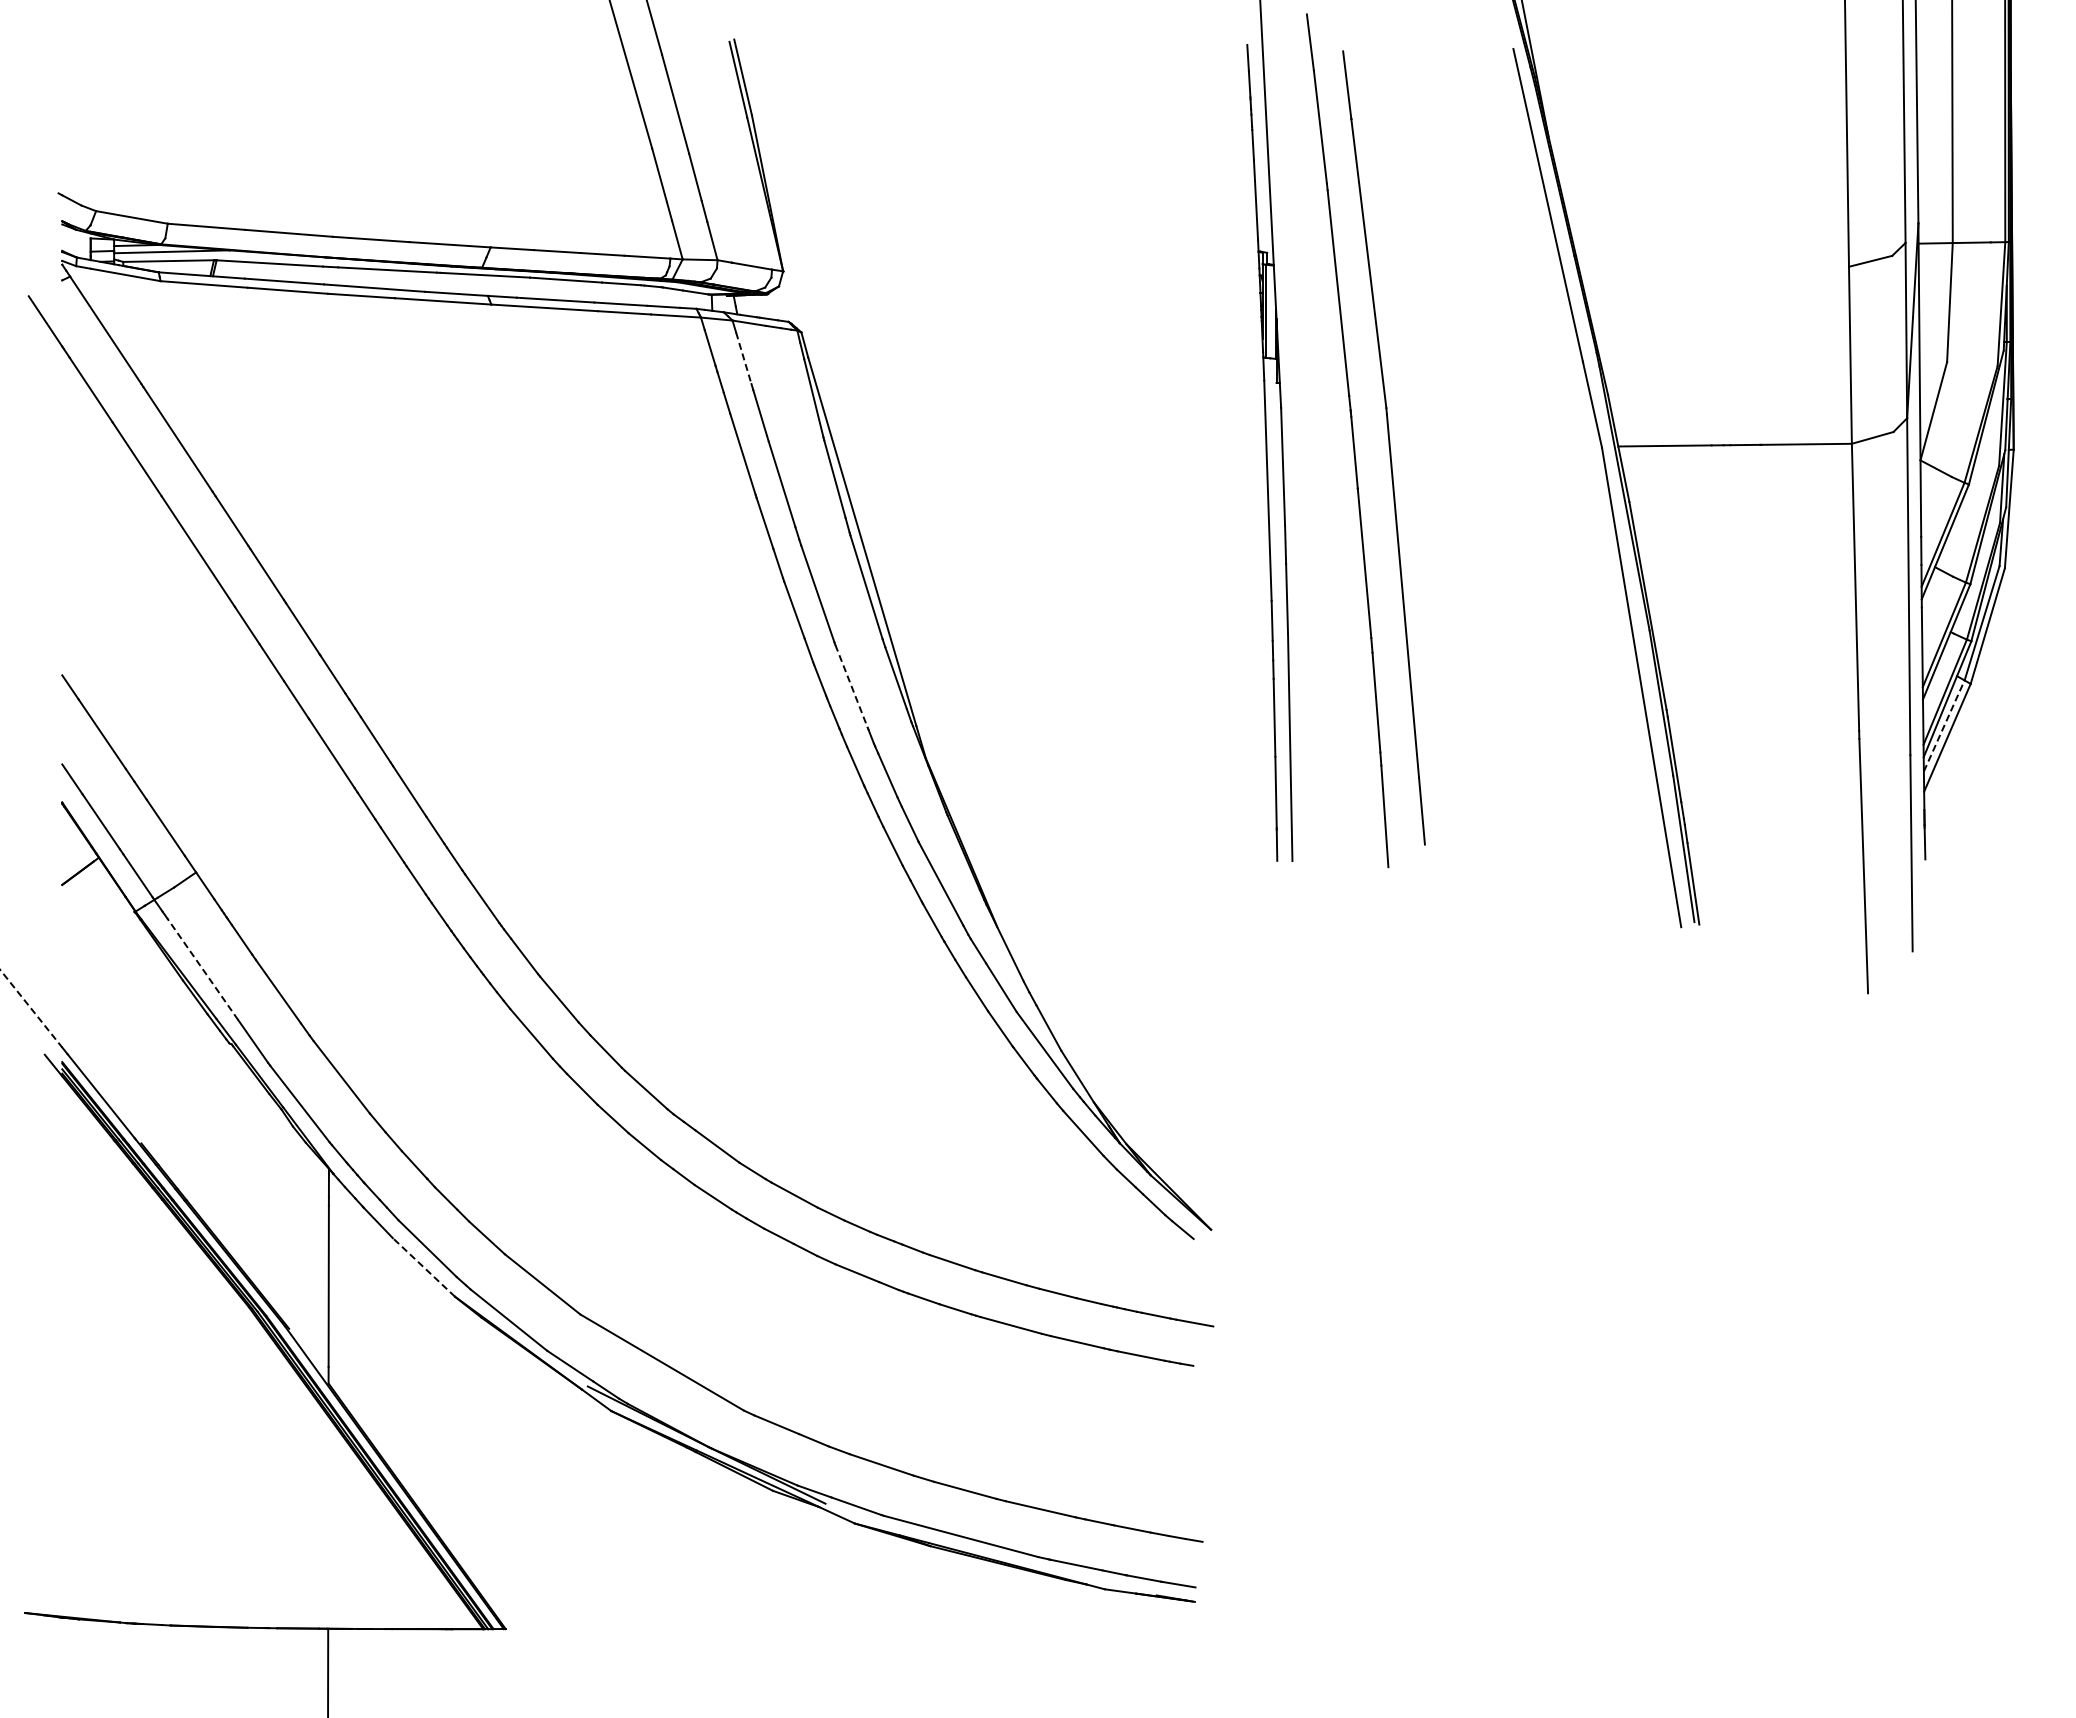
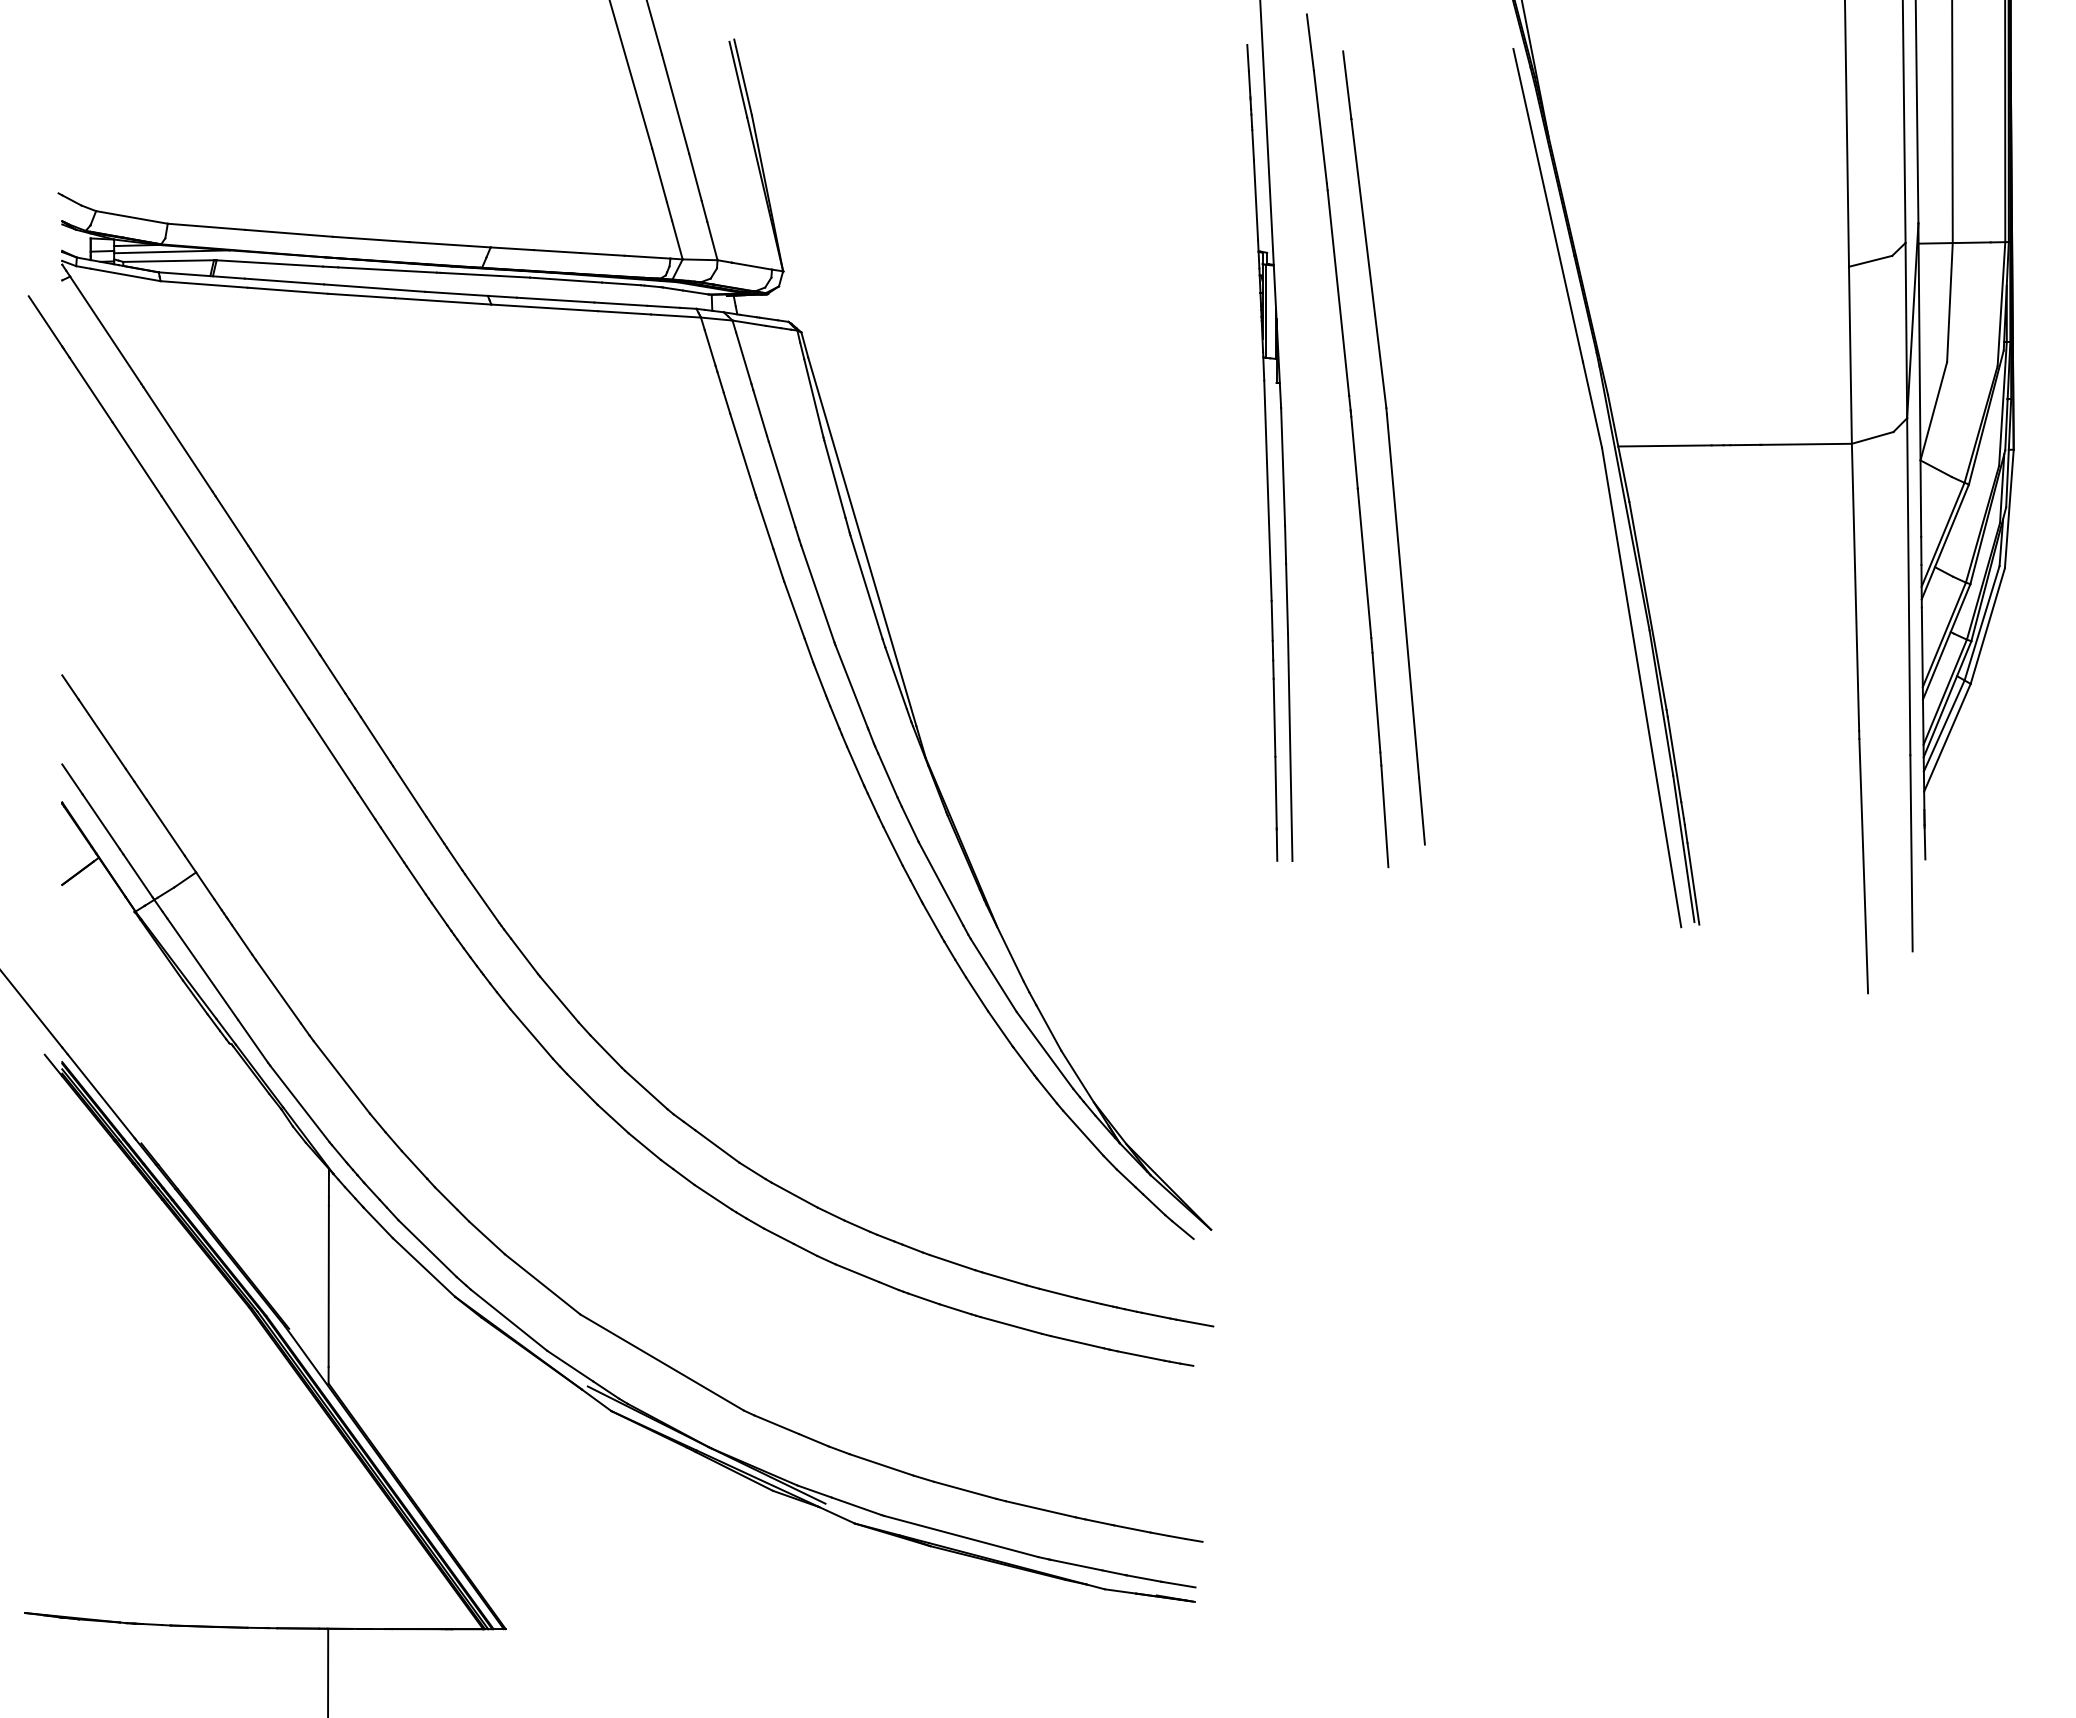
line at (743, 358): dashed -> solid
line at (851, 686): dashed -> solid
line at (1944, 725): dashed -> solid
line at (202, 969): dashed -> solid
line at (31, 1009): dashed -> solid
line at (423, 1267): dashed -> solid
